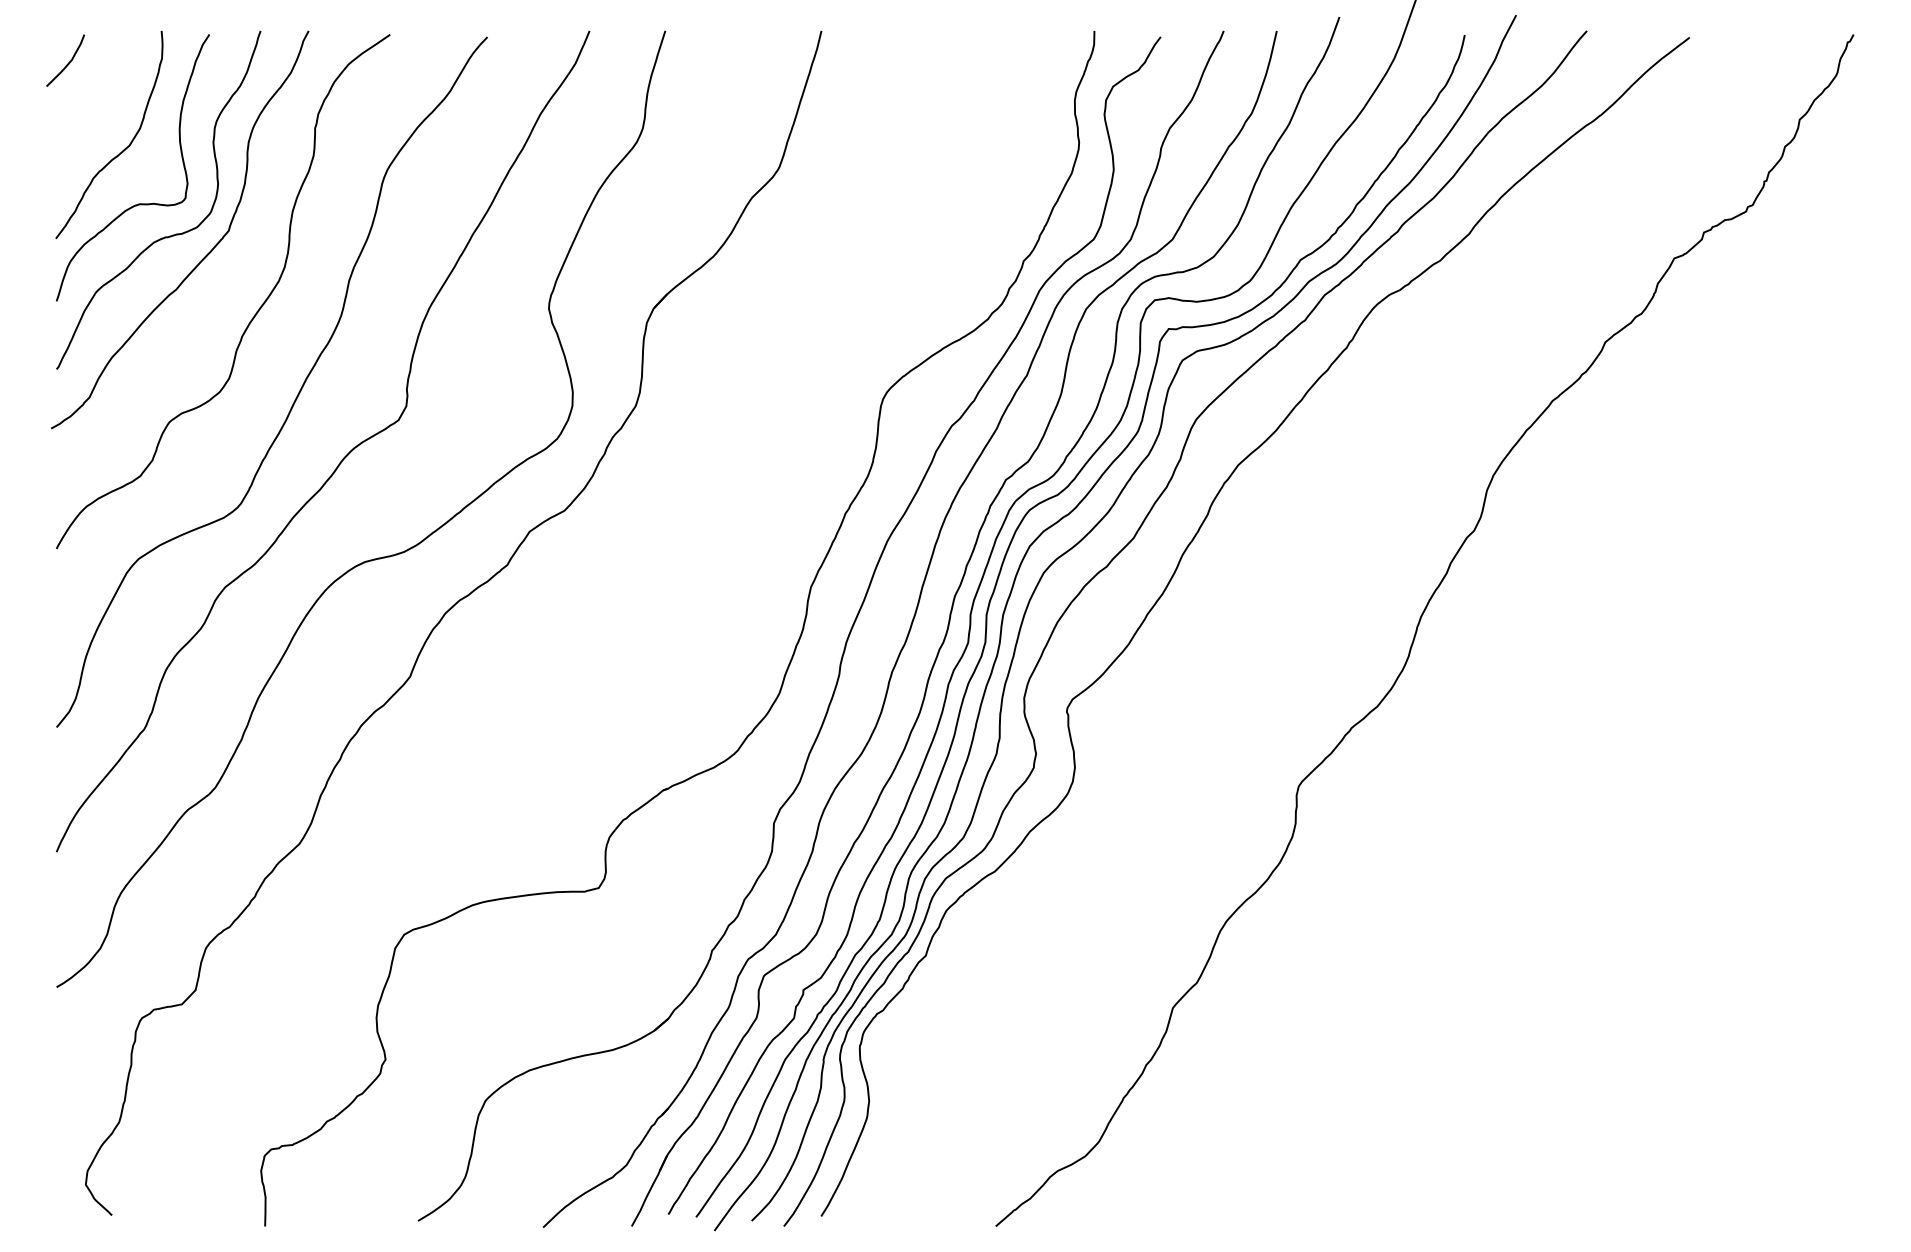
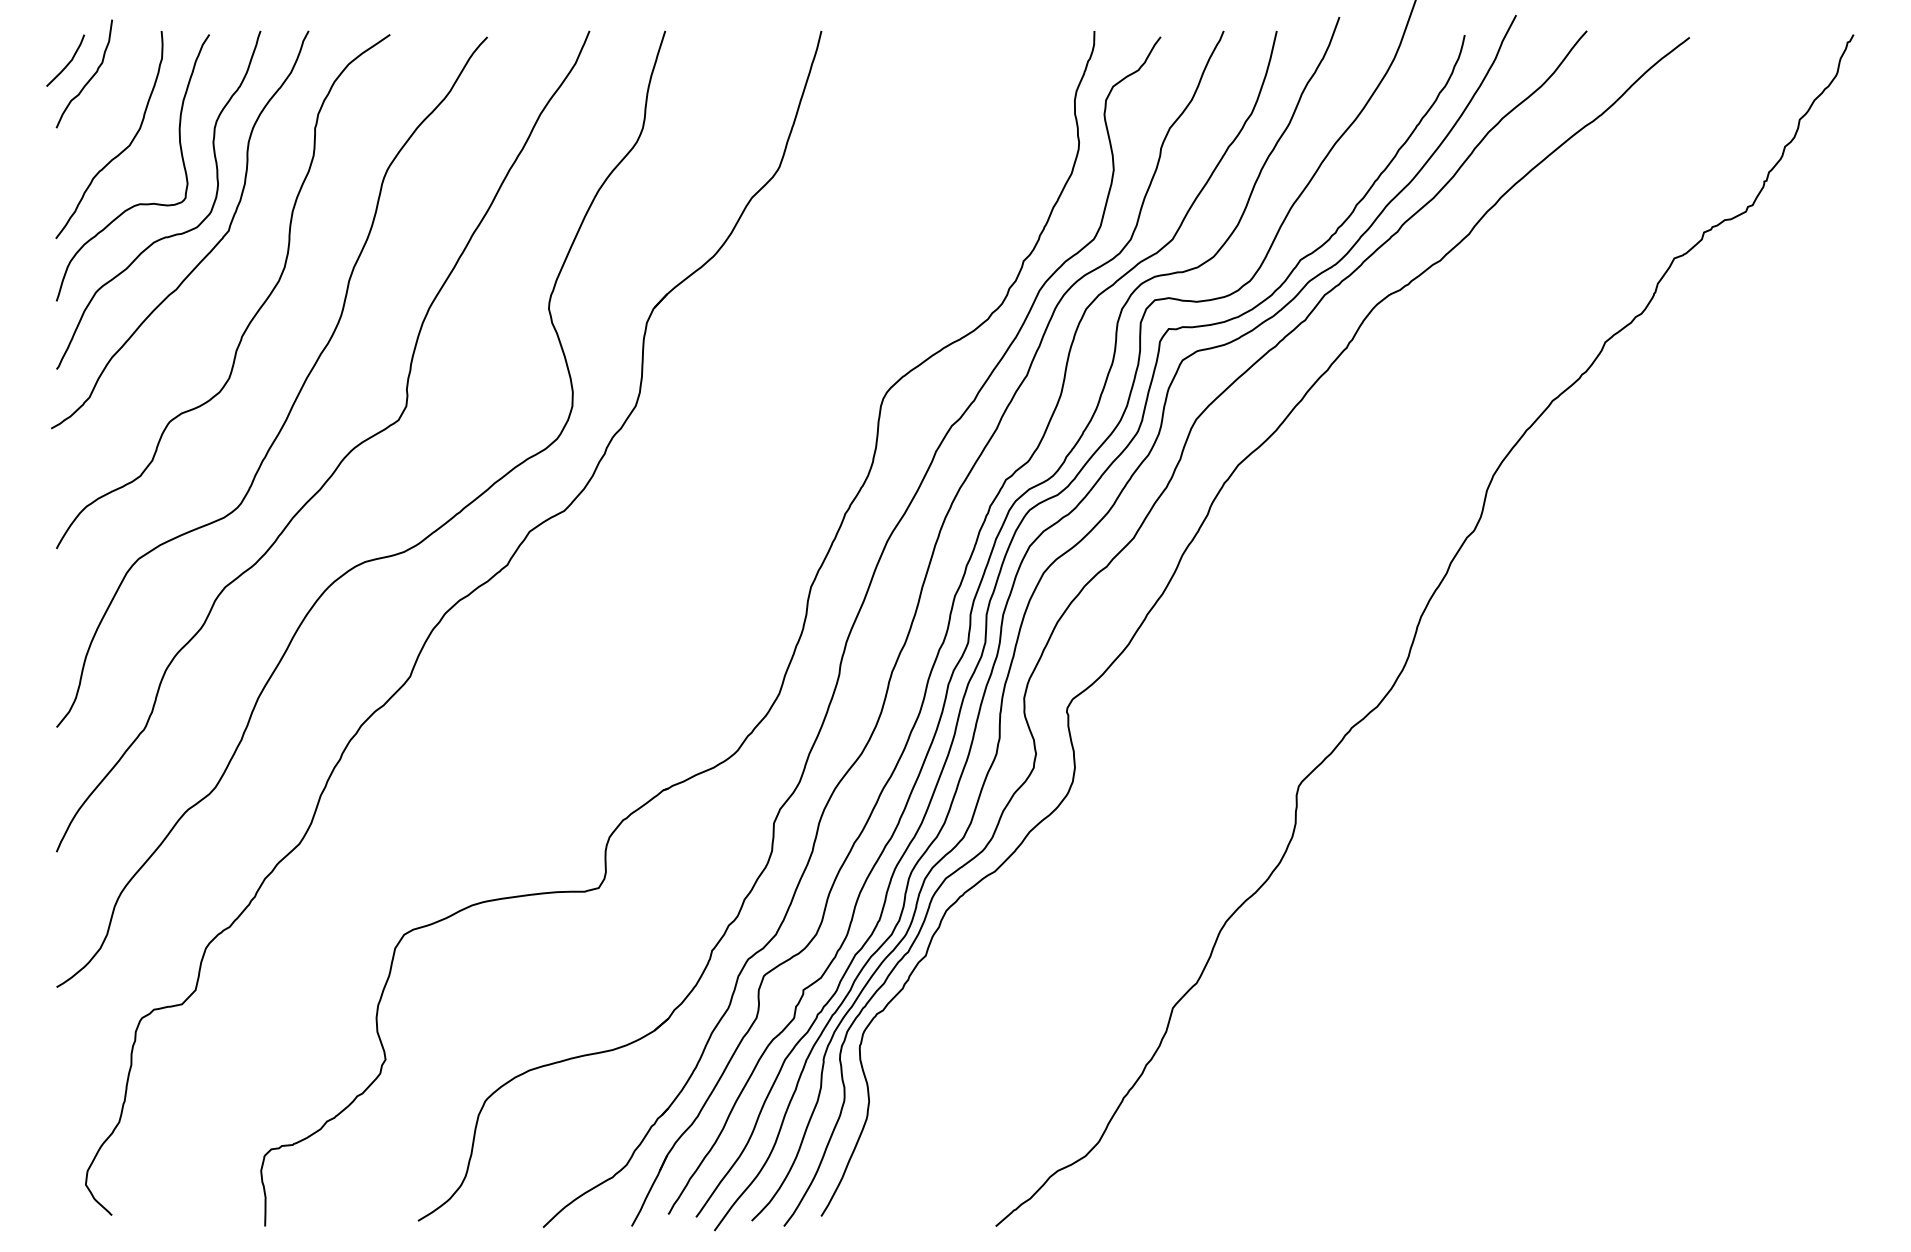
curve at (90, 77): none -> present
